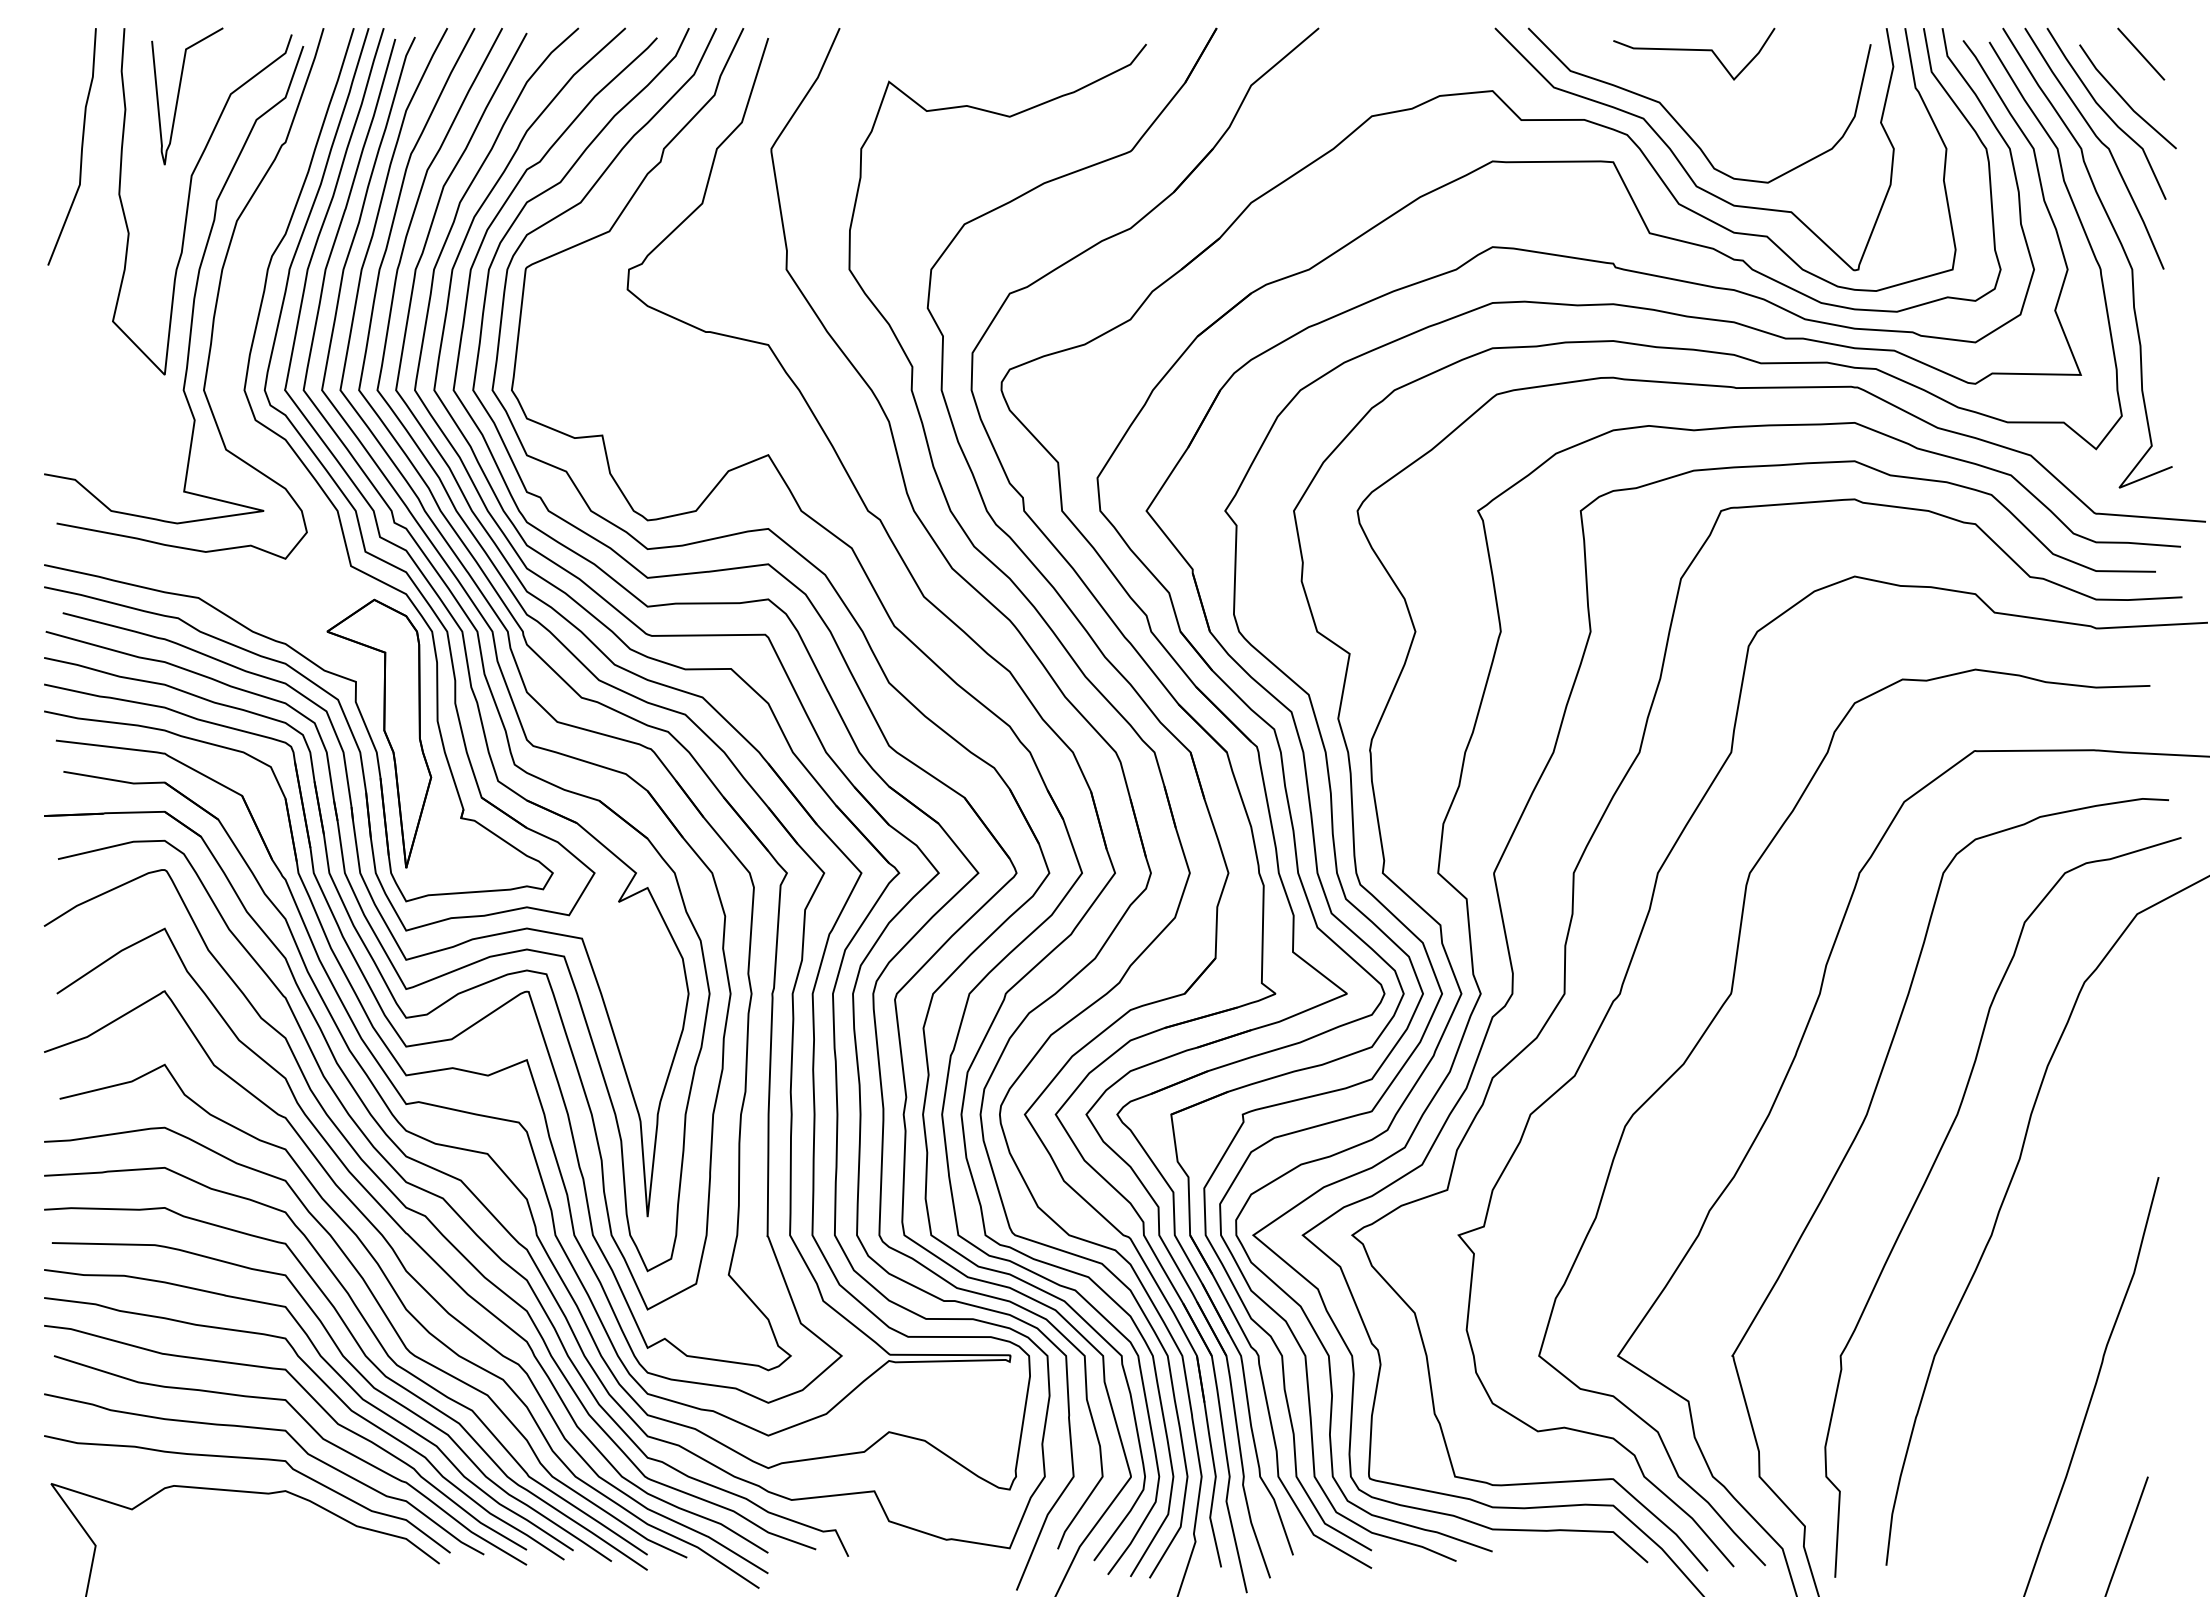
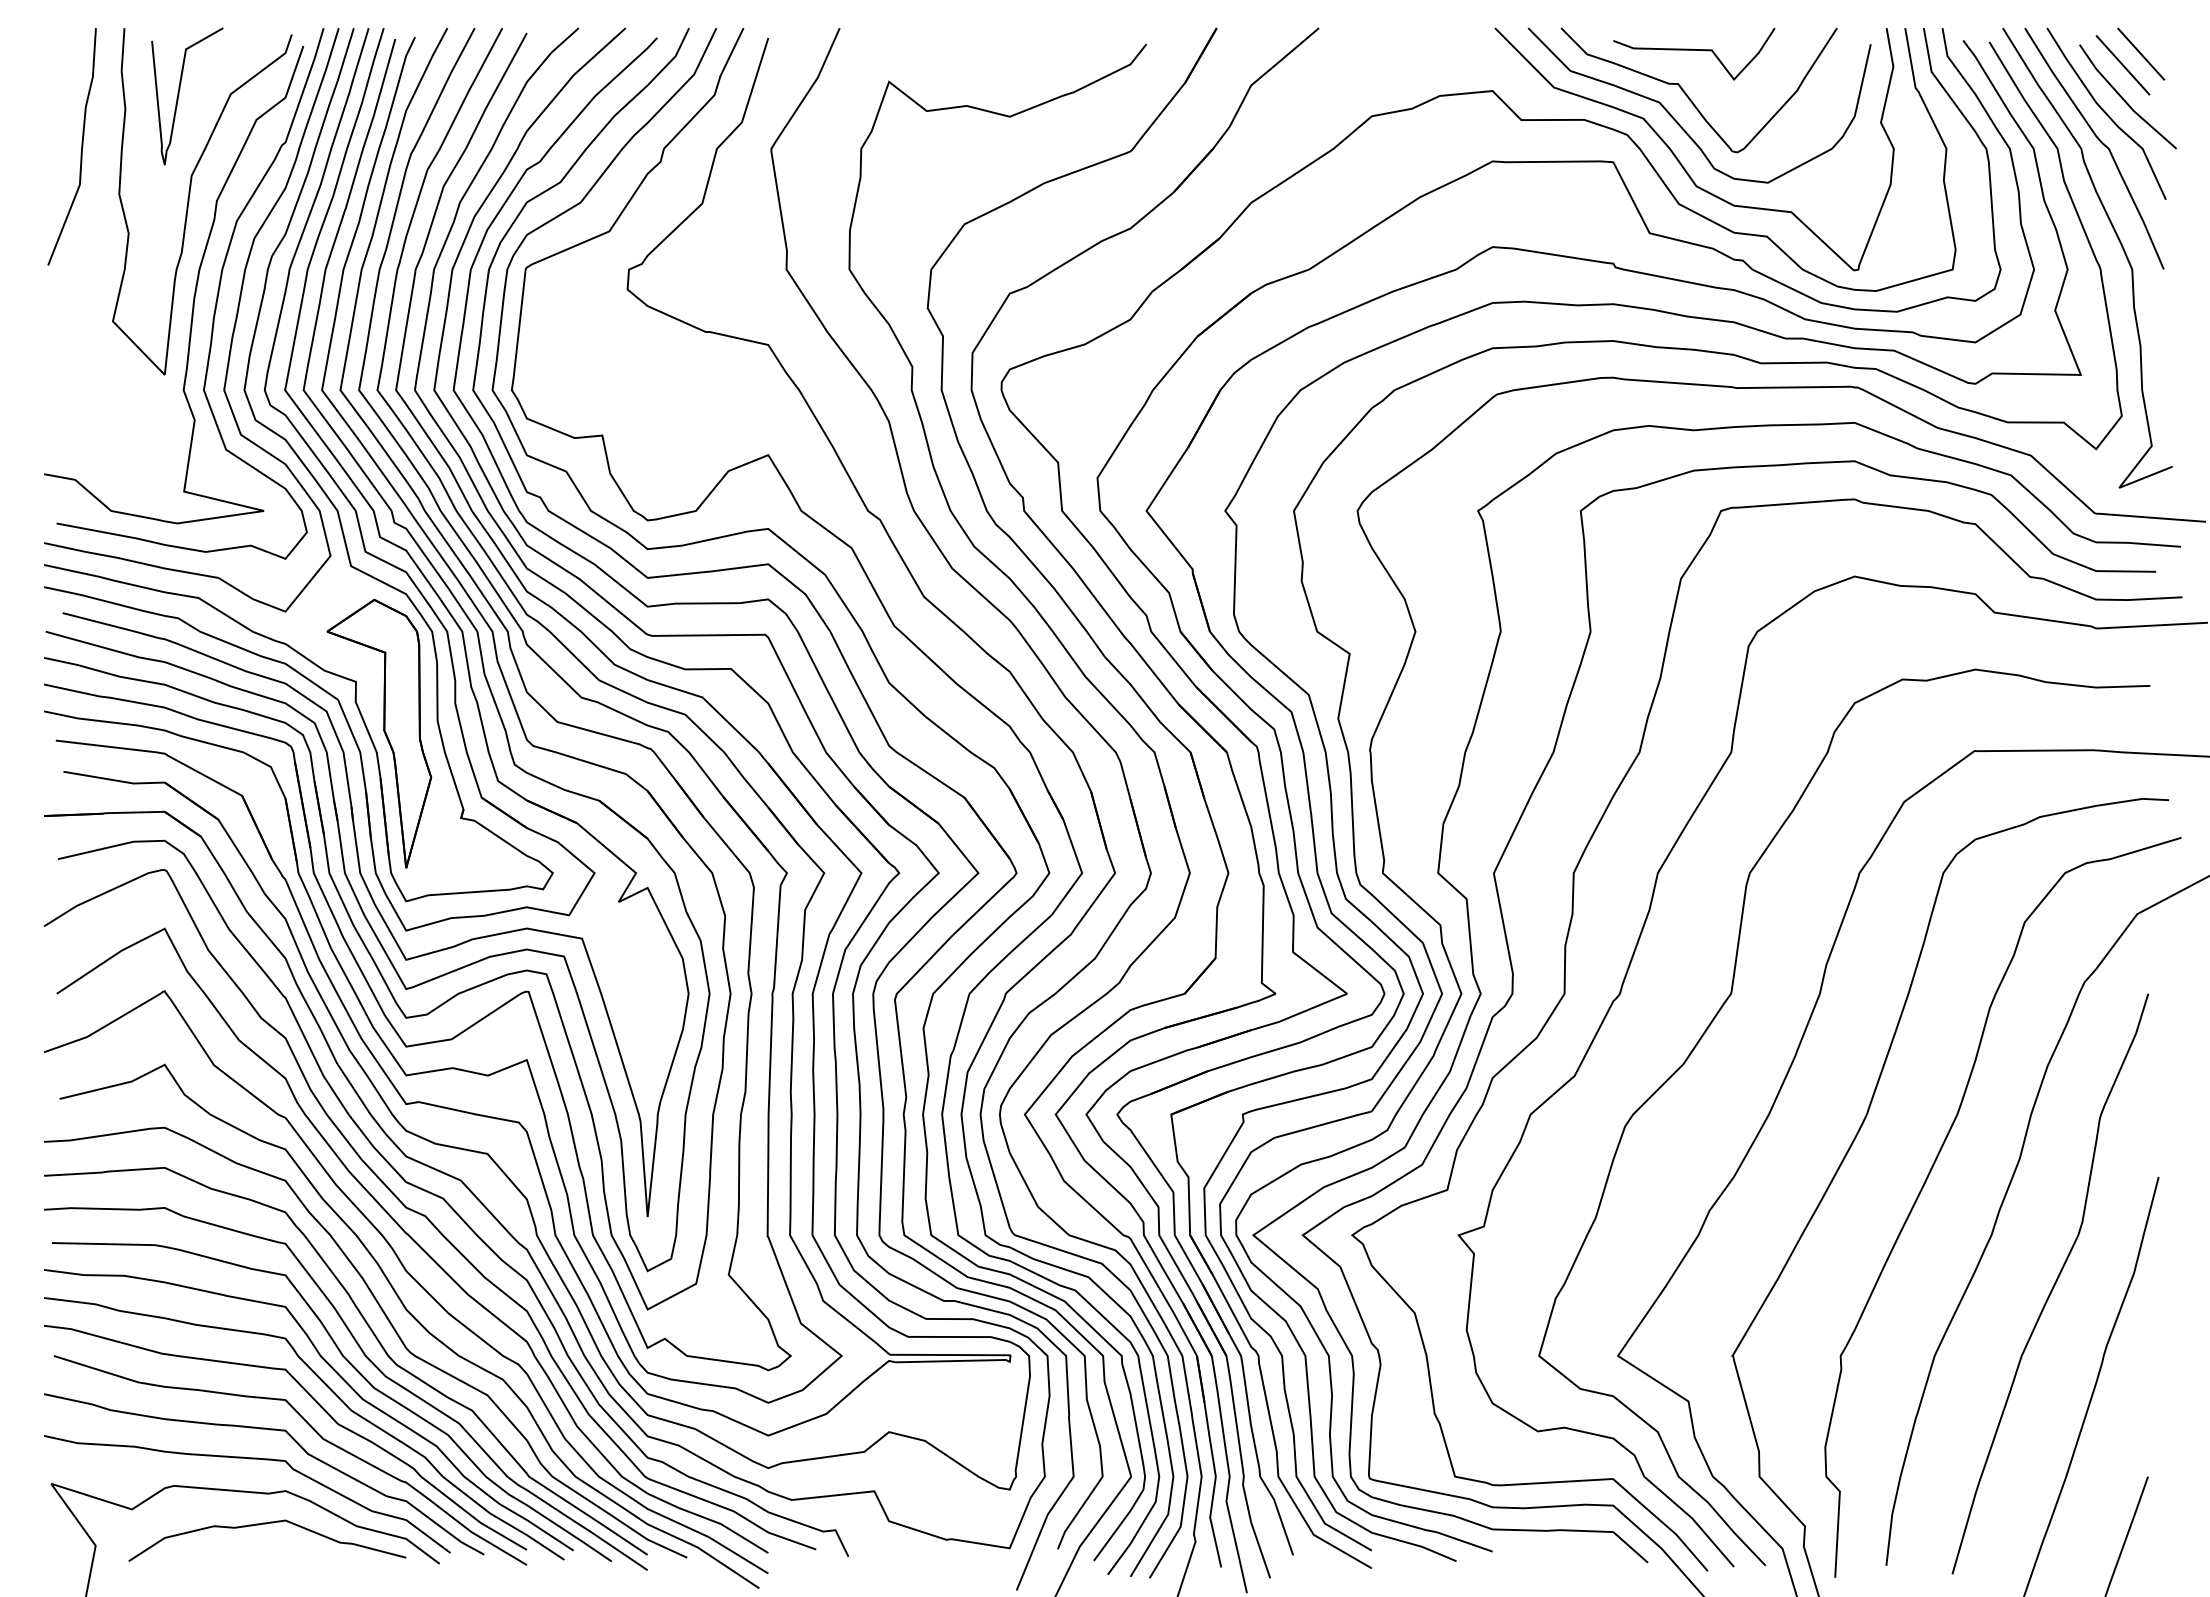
line at (2122, 65): none -> present
curve at (1688, 95): none -> present
curve at (233, 326): none -> present
curve at (2053, 1284): none -> present
curve at (266, 1524): none -> present
